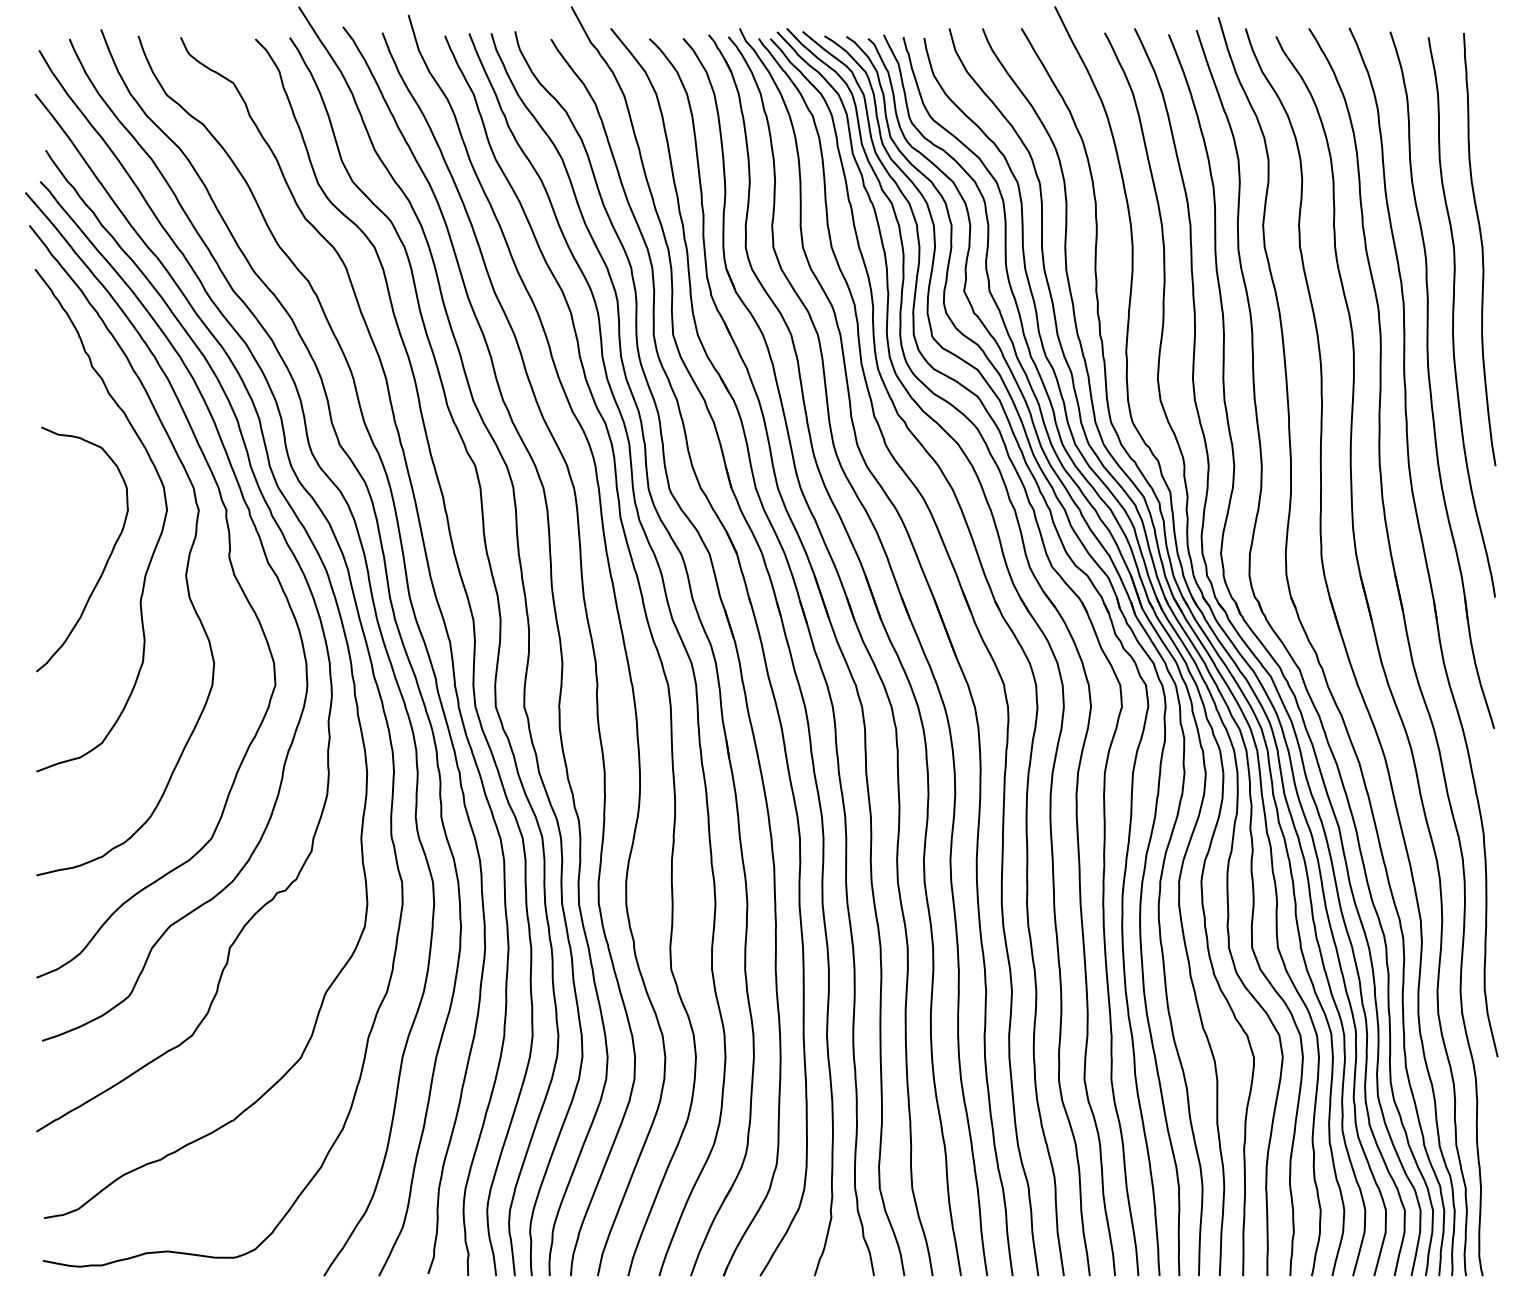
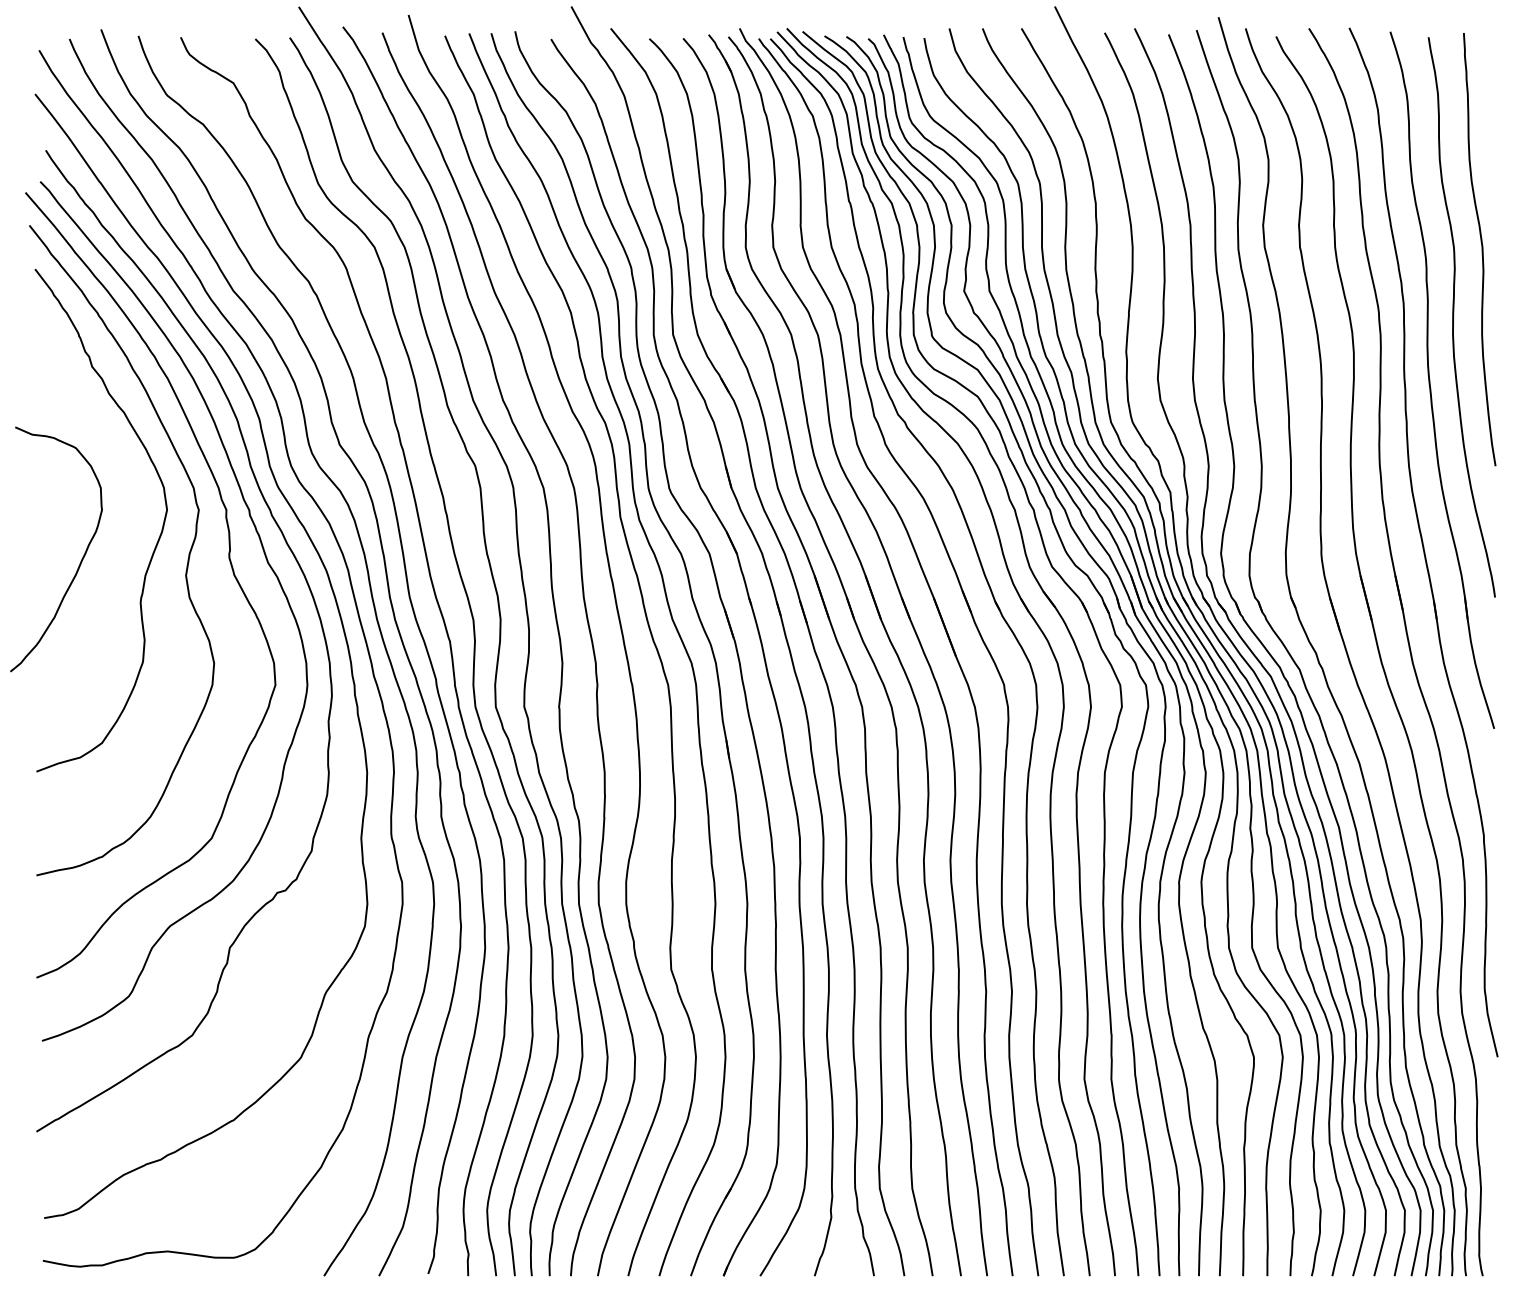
curve at (107, 558) position: (107, 558) -> (81, 558)
